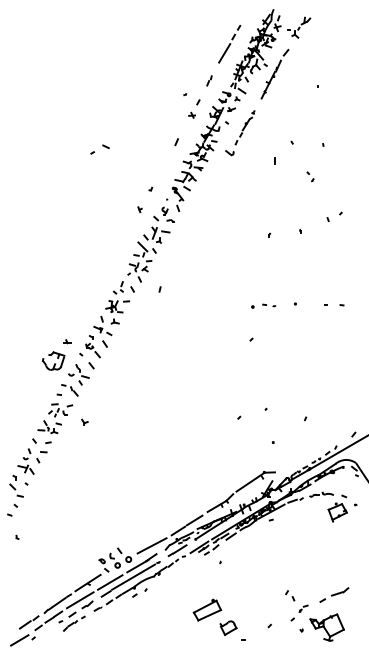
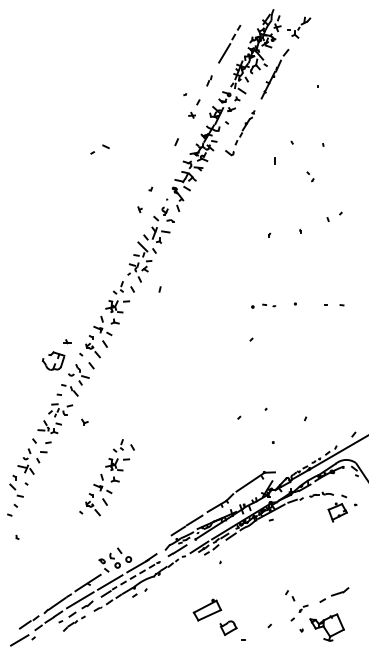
part at (106, 477): none -> present
line at (151, 545): present -> none
line at (133, 577): solid -> dashed
